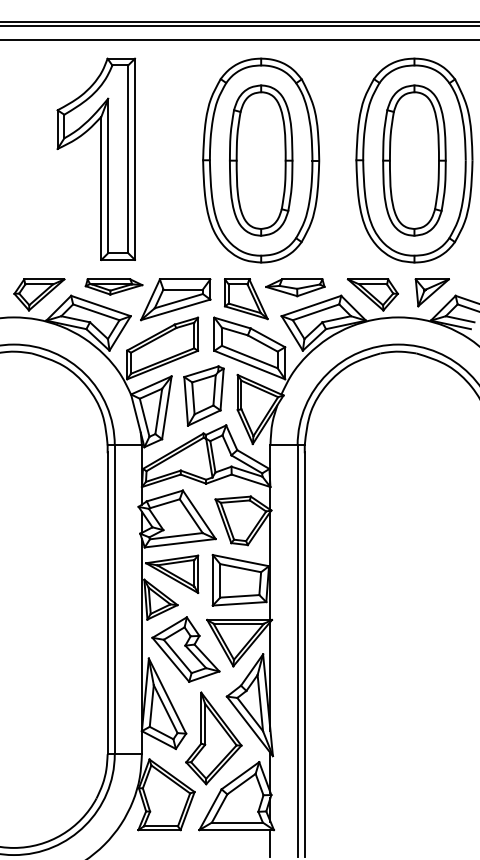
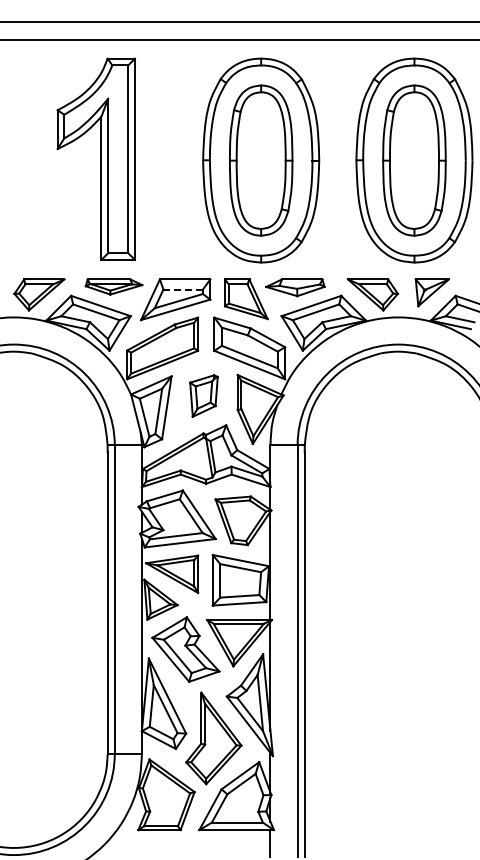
line at (239, 25): present -> none
line at (183, 289): solid -> dashed
part at (203, 395) size: 42x62 px -> 30x44 px
